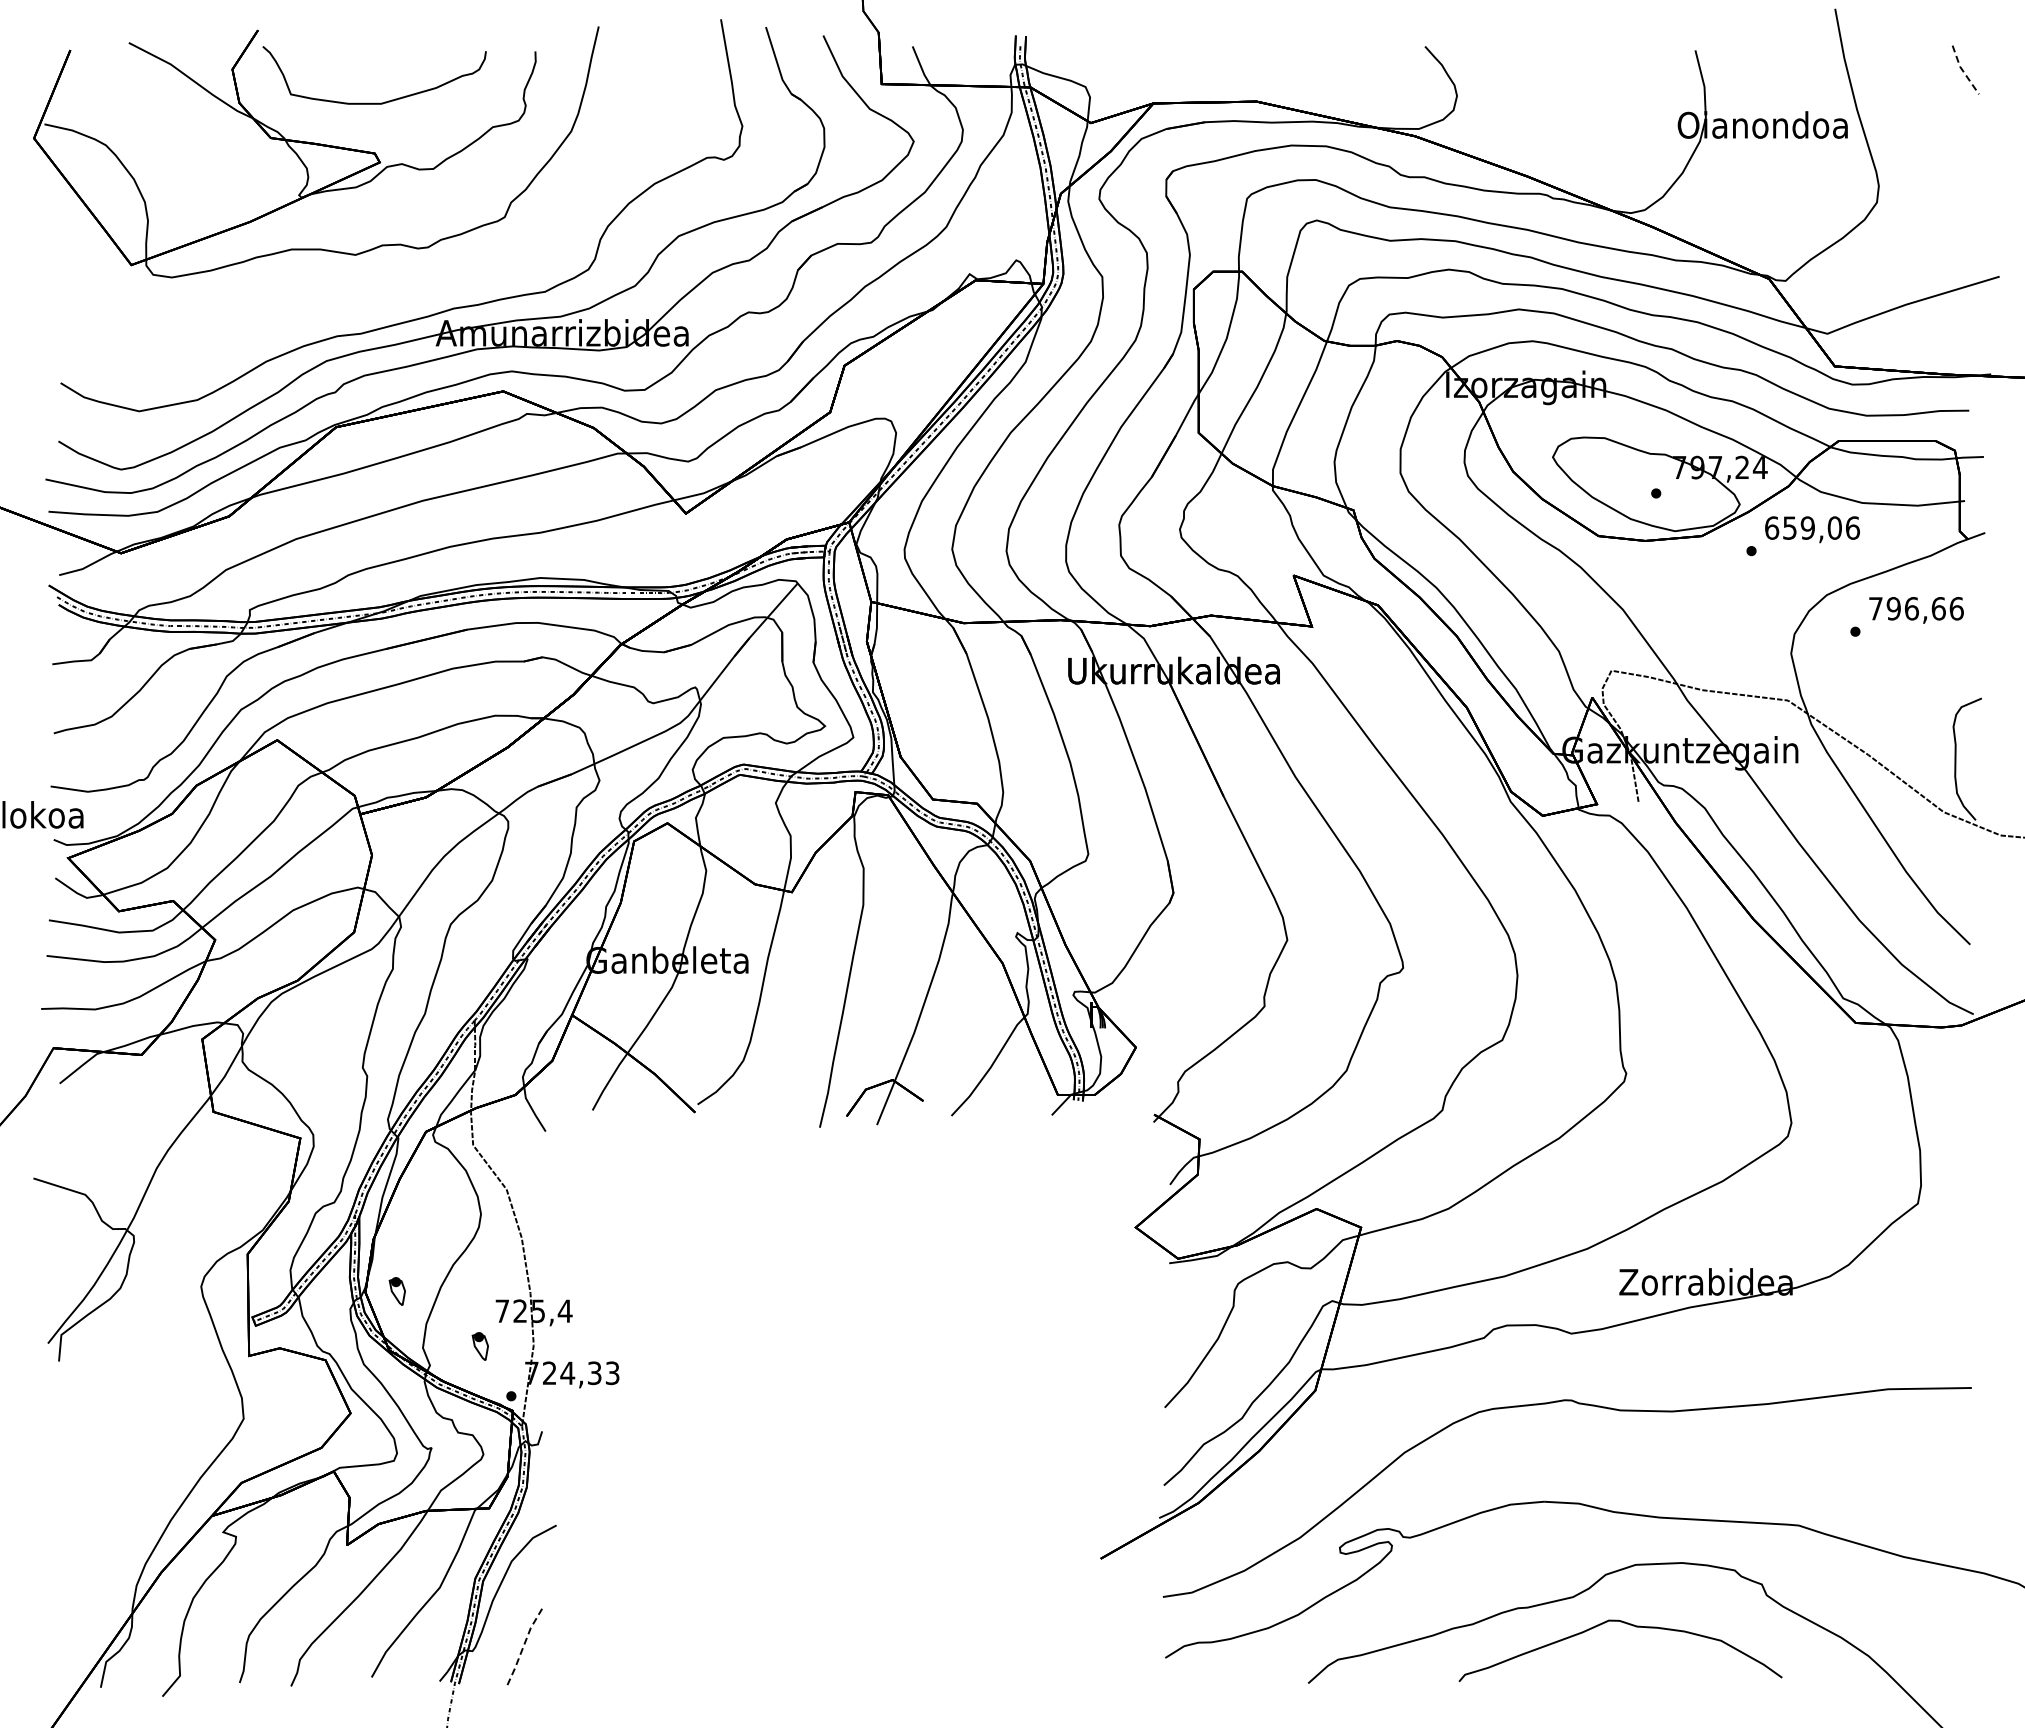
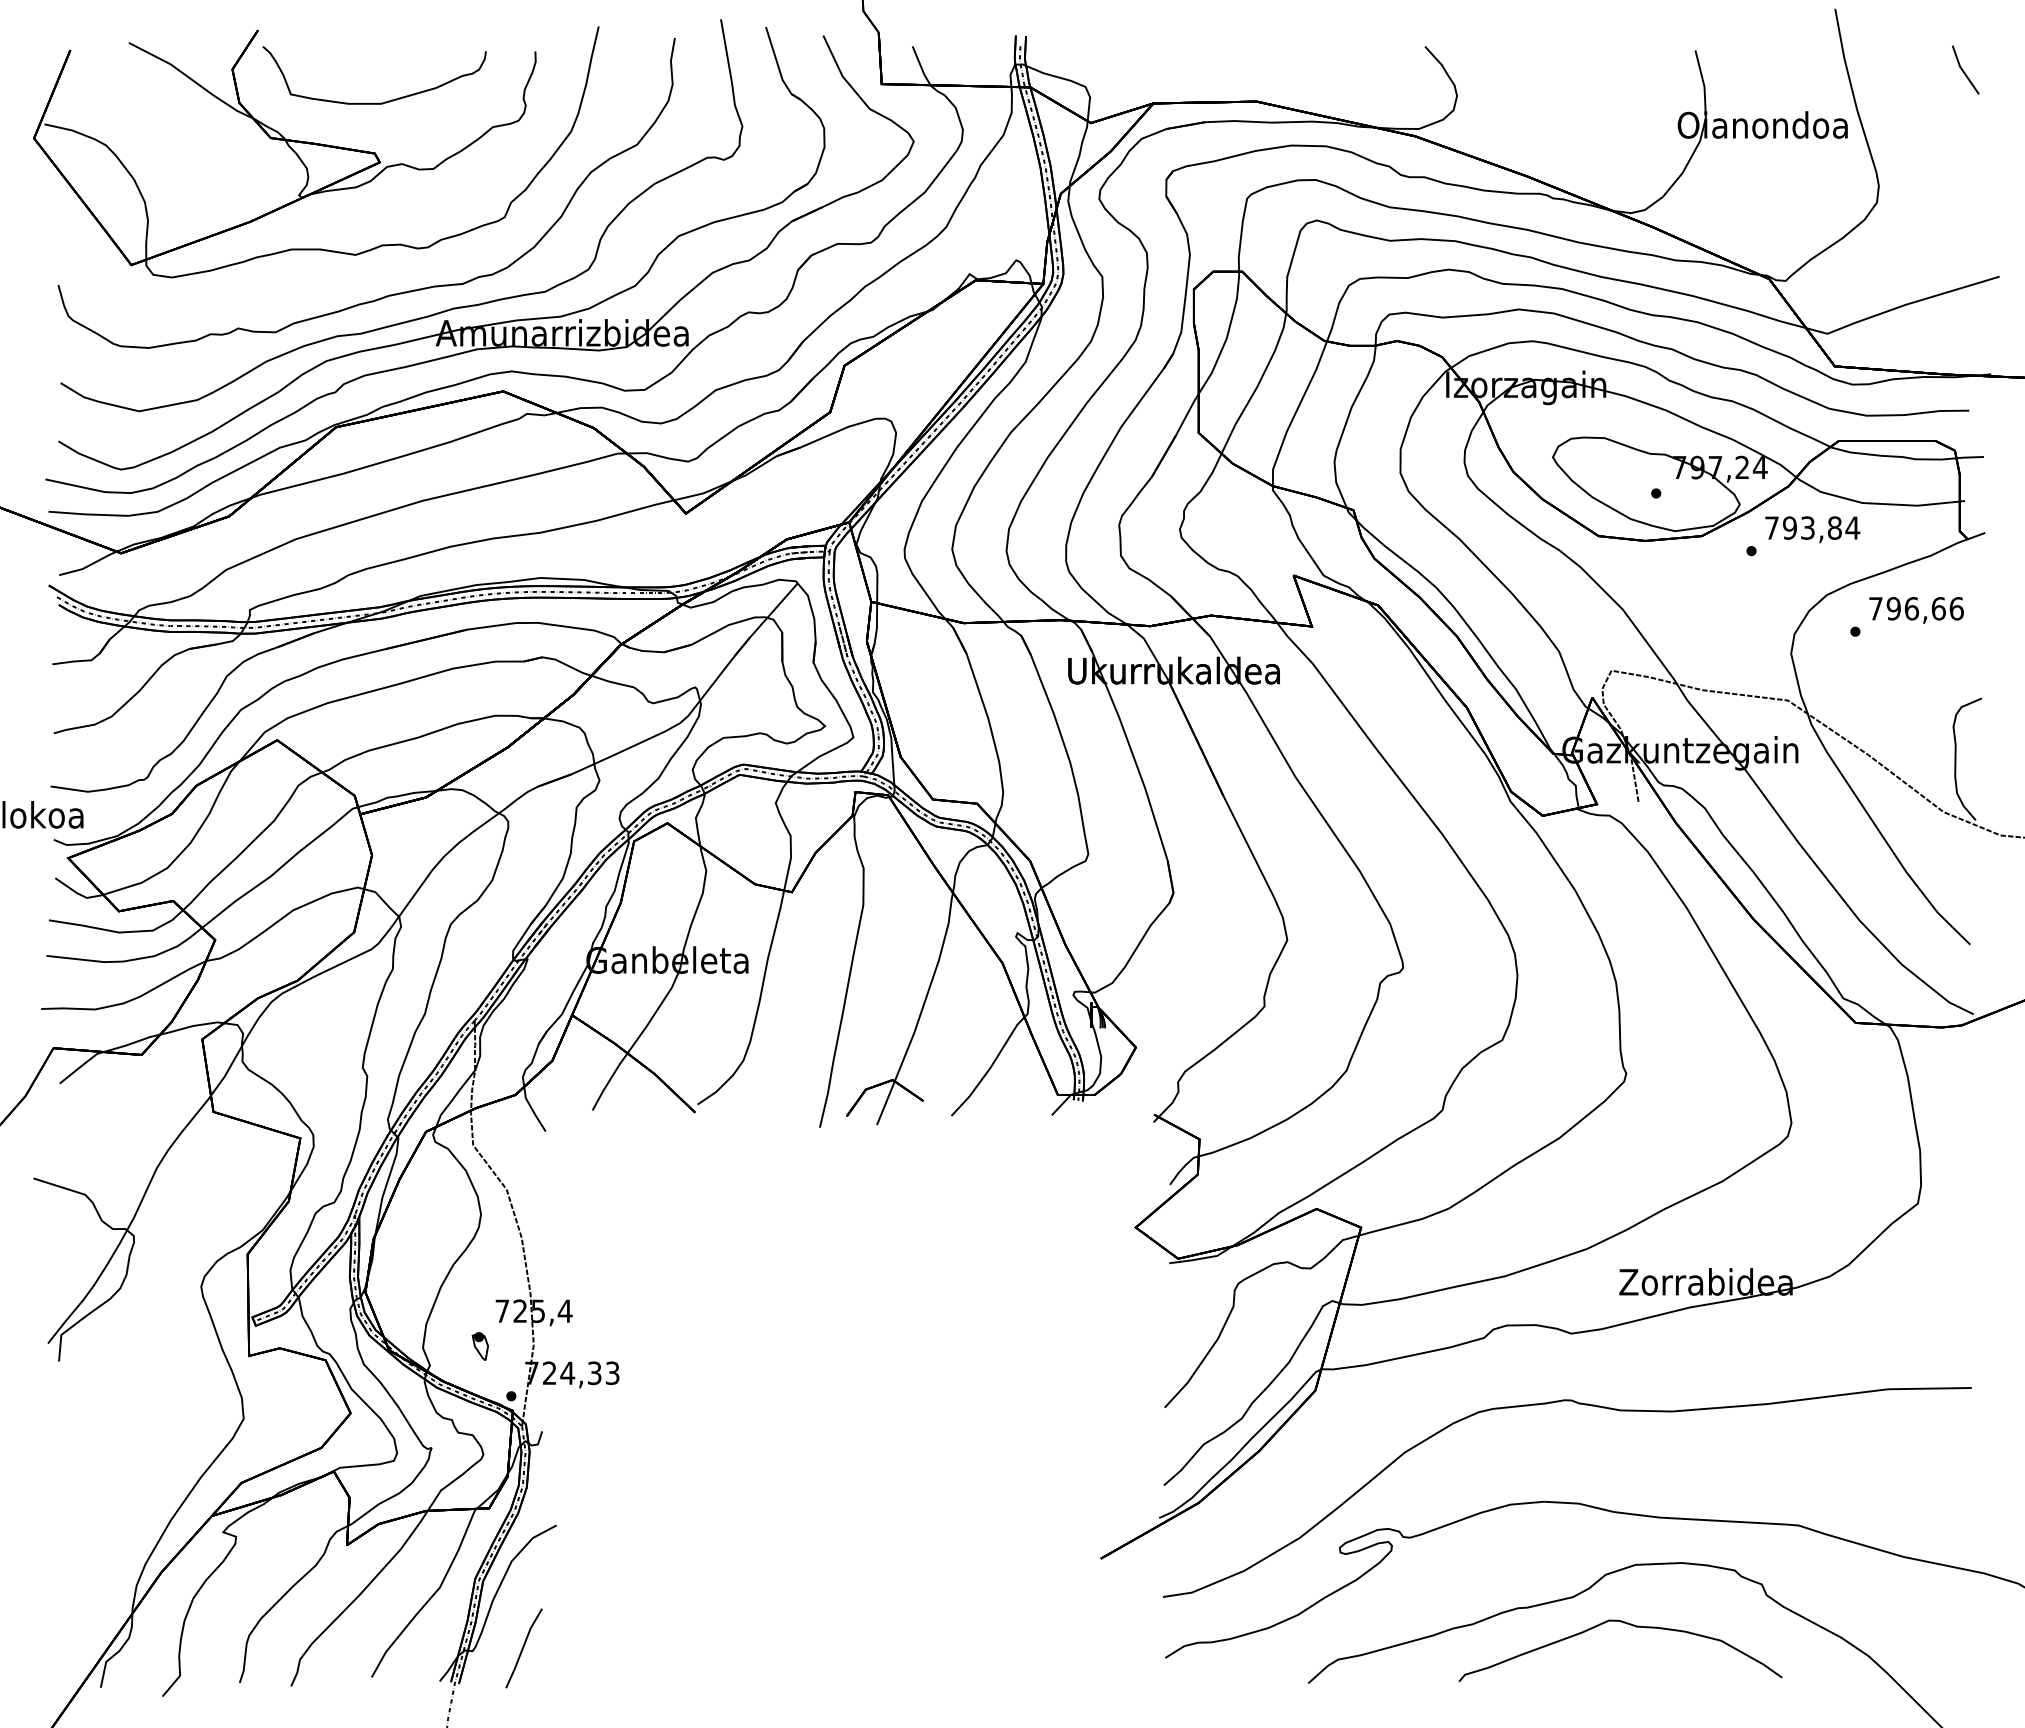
line at (1962, 70): dashed -> solid
curve at (389, 294): none -> present
text at (1812, 527): 659,06 -> 793,84
part at (396, 1291): present -> none
line at (522, 1648): dashed -> solid
